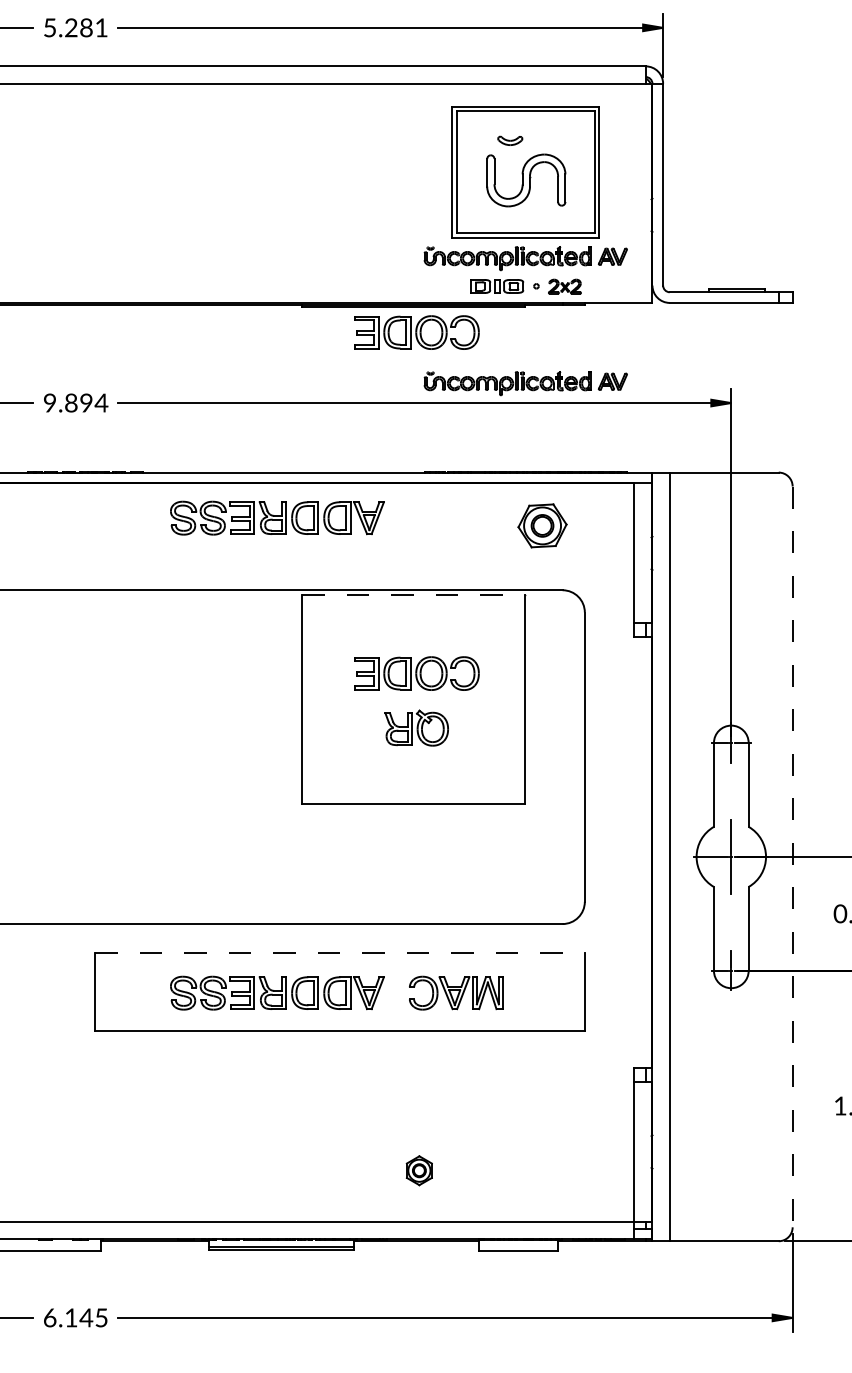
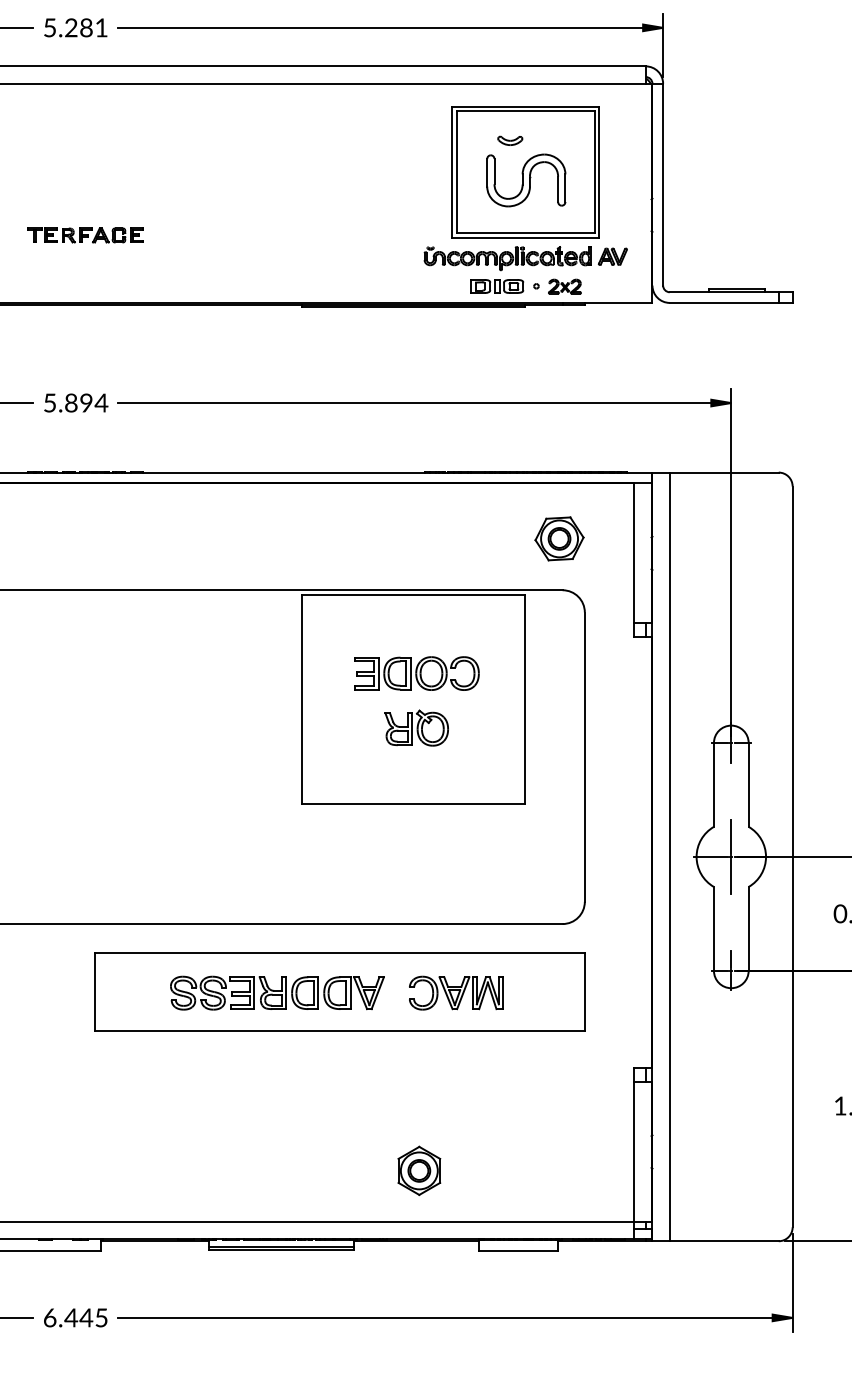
part at (85, 235): none -> present
part at (416, 332): present -> none
part at (525, 383): present -> none
text at (49, 402): 9.894 -> 5.894
part at (277, 517): present -> none
part at (542, 525) position: (542, 525) -> (559, 538)
line at (414, 594): dashed -> solid
line at (792, 857): dashed -> solid
line at (340, 953): dashed -> solid
part at (418, 1170) size: 28x32 px -> 45x51 px
text at (71, 1317): 6.145 -> 6.445
